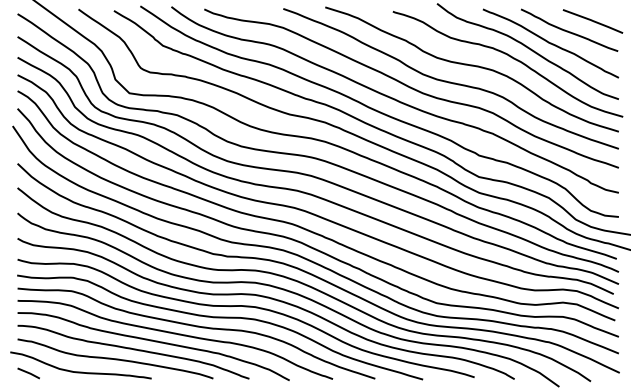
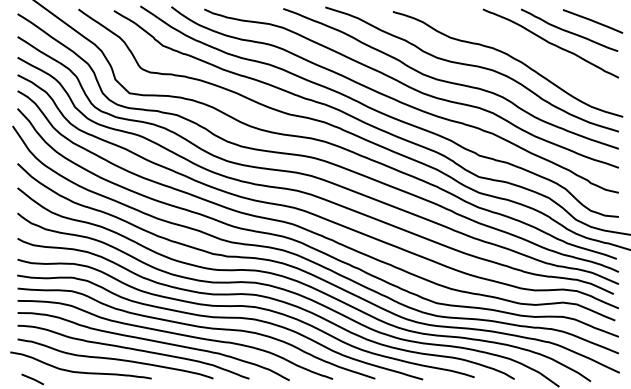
curve at (528, 49): present -> none
line at (28, 373) position: (28, 373) -> (32, 379)
